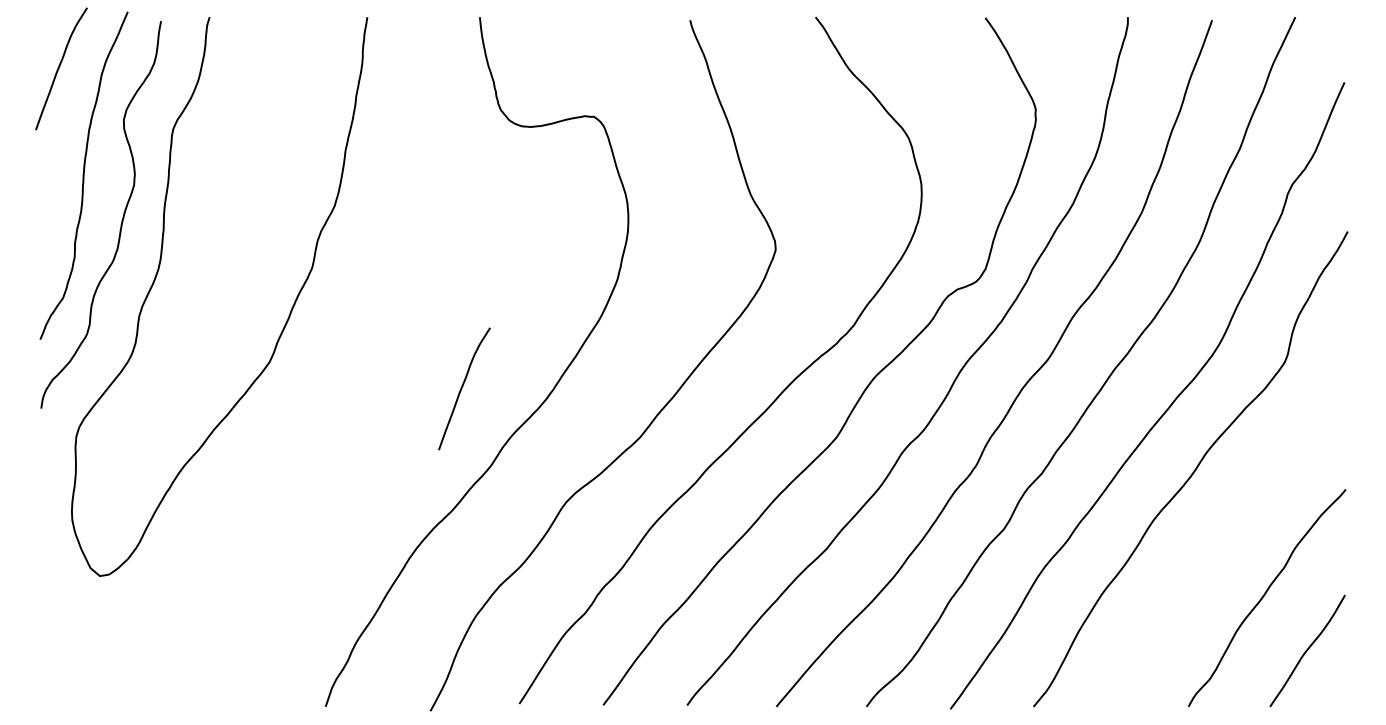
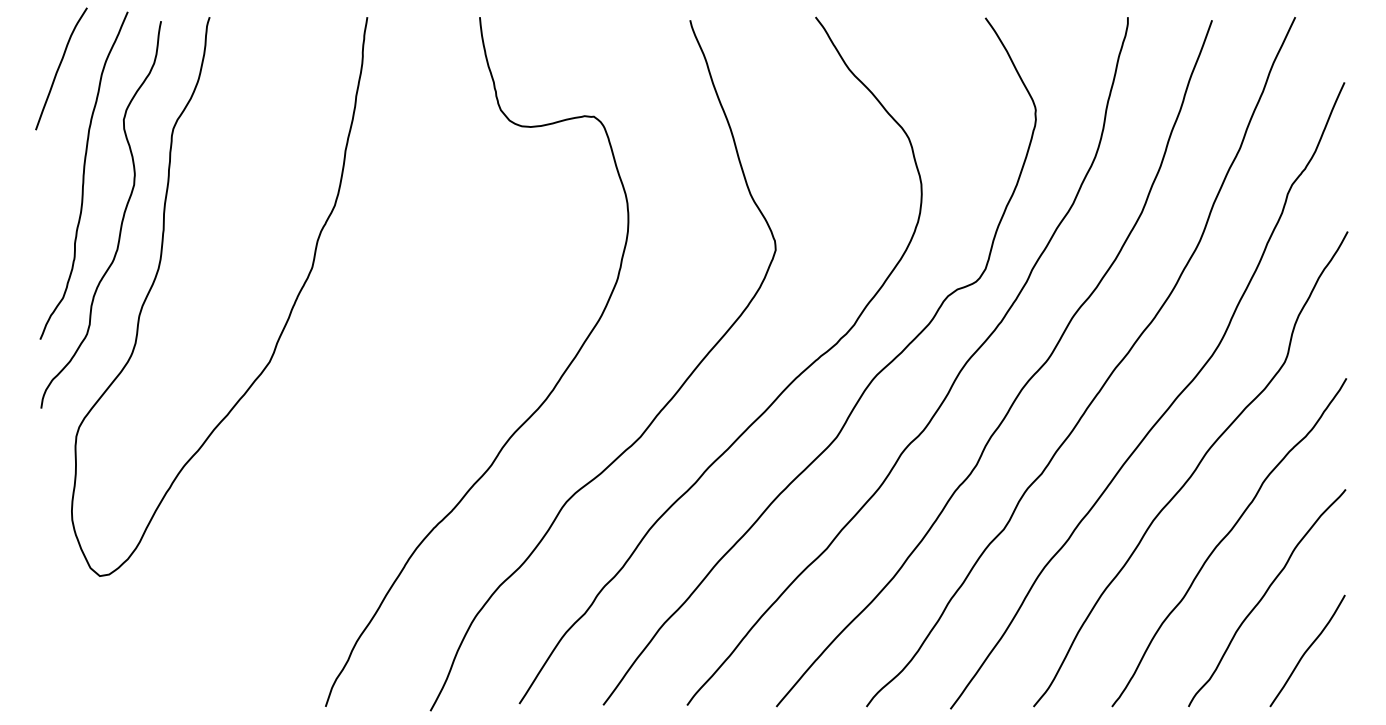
curve at (462, 388): present -> none
curve at (1225, 538): none -> present
